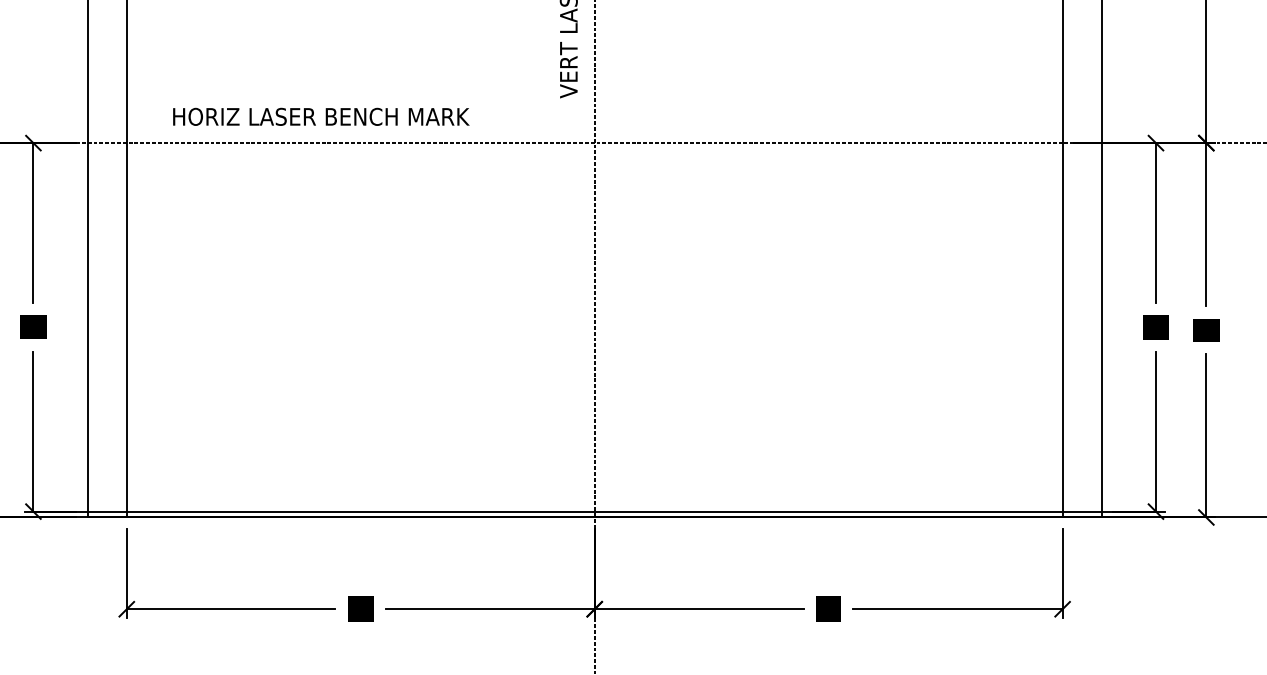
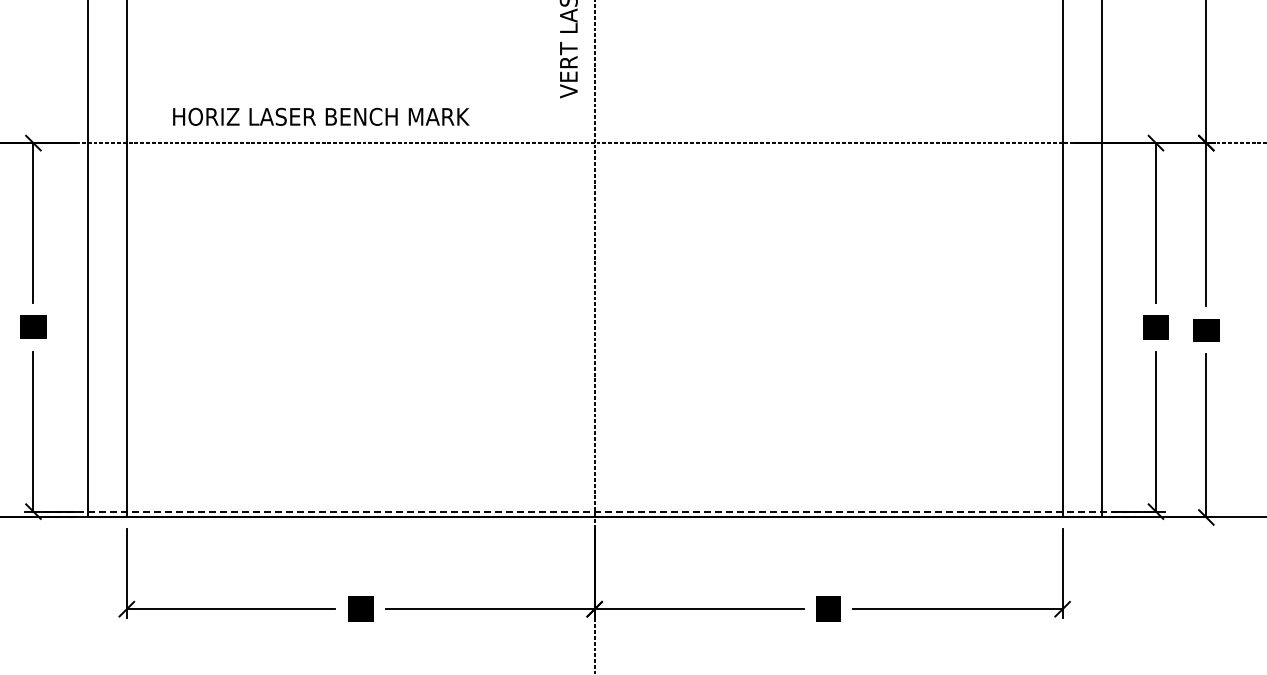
line at (595, 511): solid -> dashed
